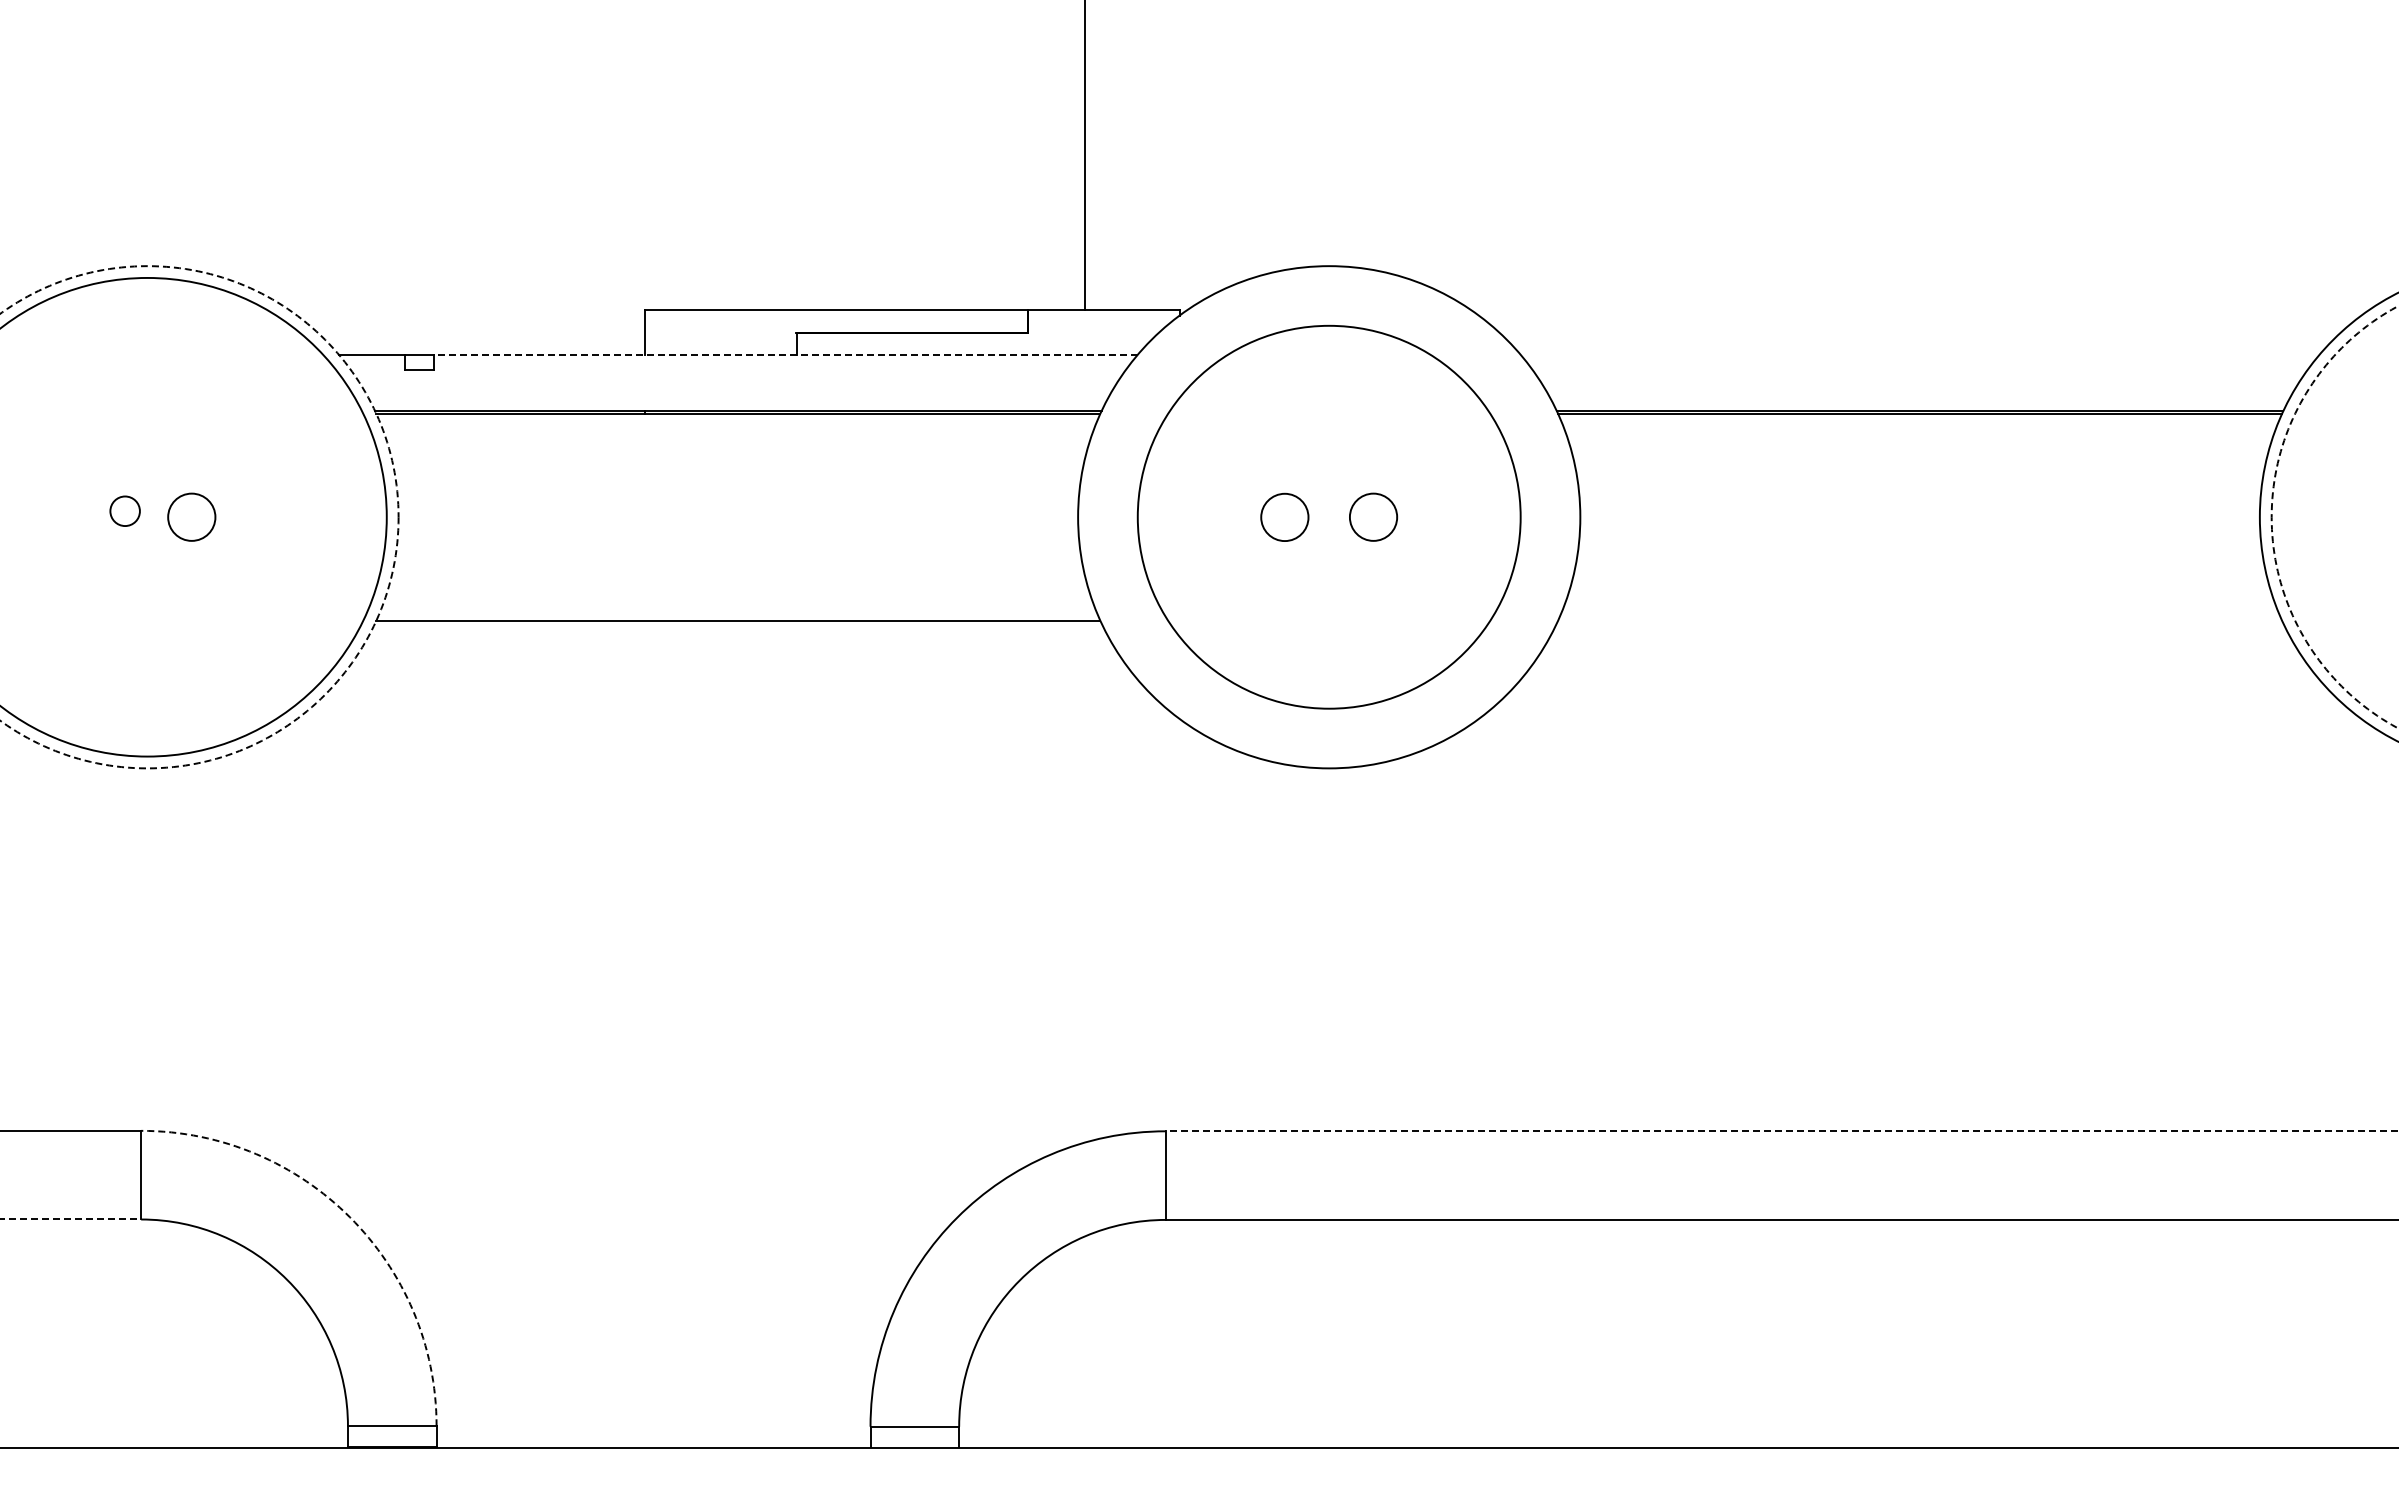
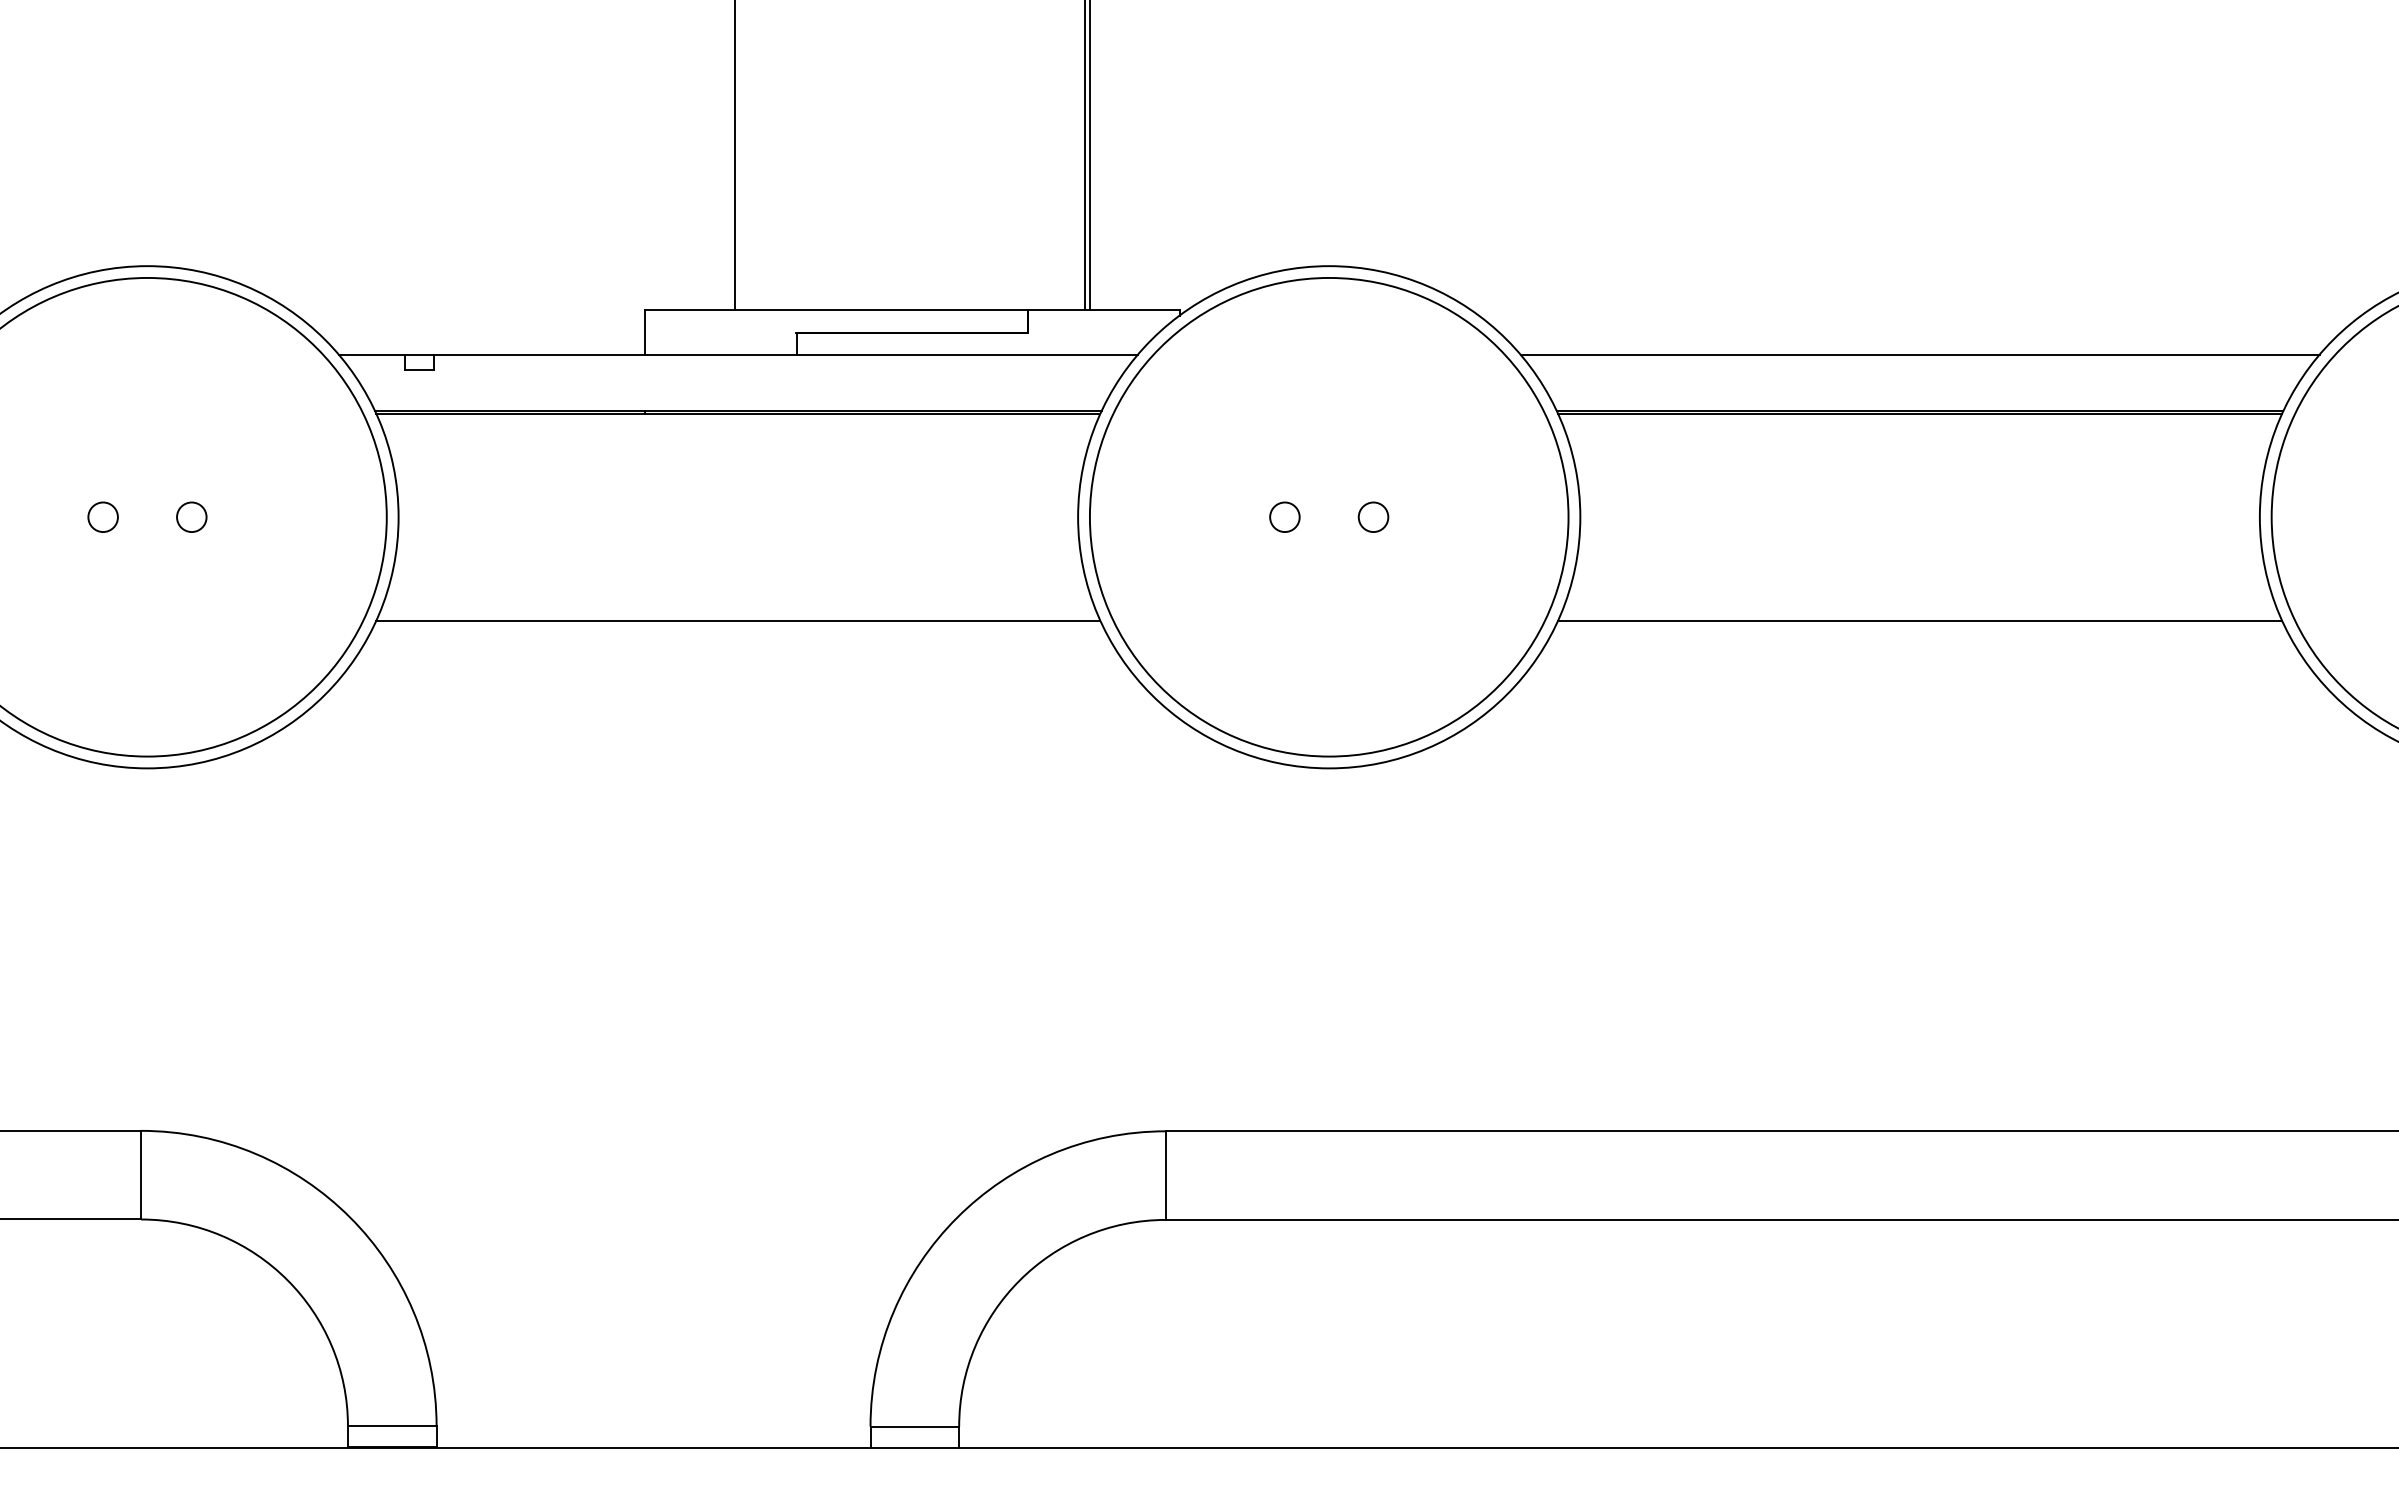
line at (735, 156): none -> present
line at (1089, 156): none -> present
line at (785, 354): dashed -> solid
line at (1919, 354): none -> present
circle at (124, 510) position: (124, 510) -> (102, 516)
circle at (191, 516) diameter: 47 px -> 30 px
circle at (1284, 516) size: 50x50 px -> 32x32 px
circle at (1328, 516) diameter: 383 px -> 479 px
circle at (1373, 516) diameter: 47 px -> 30 px
circle at (2334, 516): dashed -> solid
circle at (199, 517): dashed -> solid
line at (1920, 620): none -> present
line at (1781, 1131): dashed -> solid
arc at (350, 1217): dashed -> solid
line at (71, 1219): dashed -> solid
